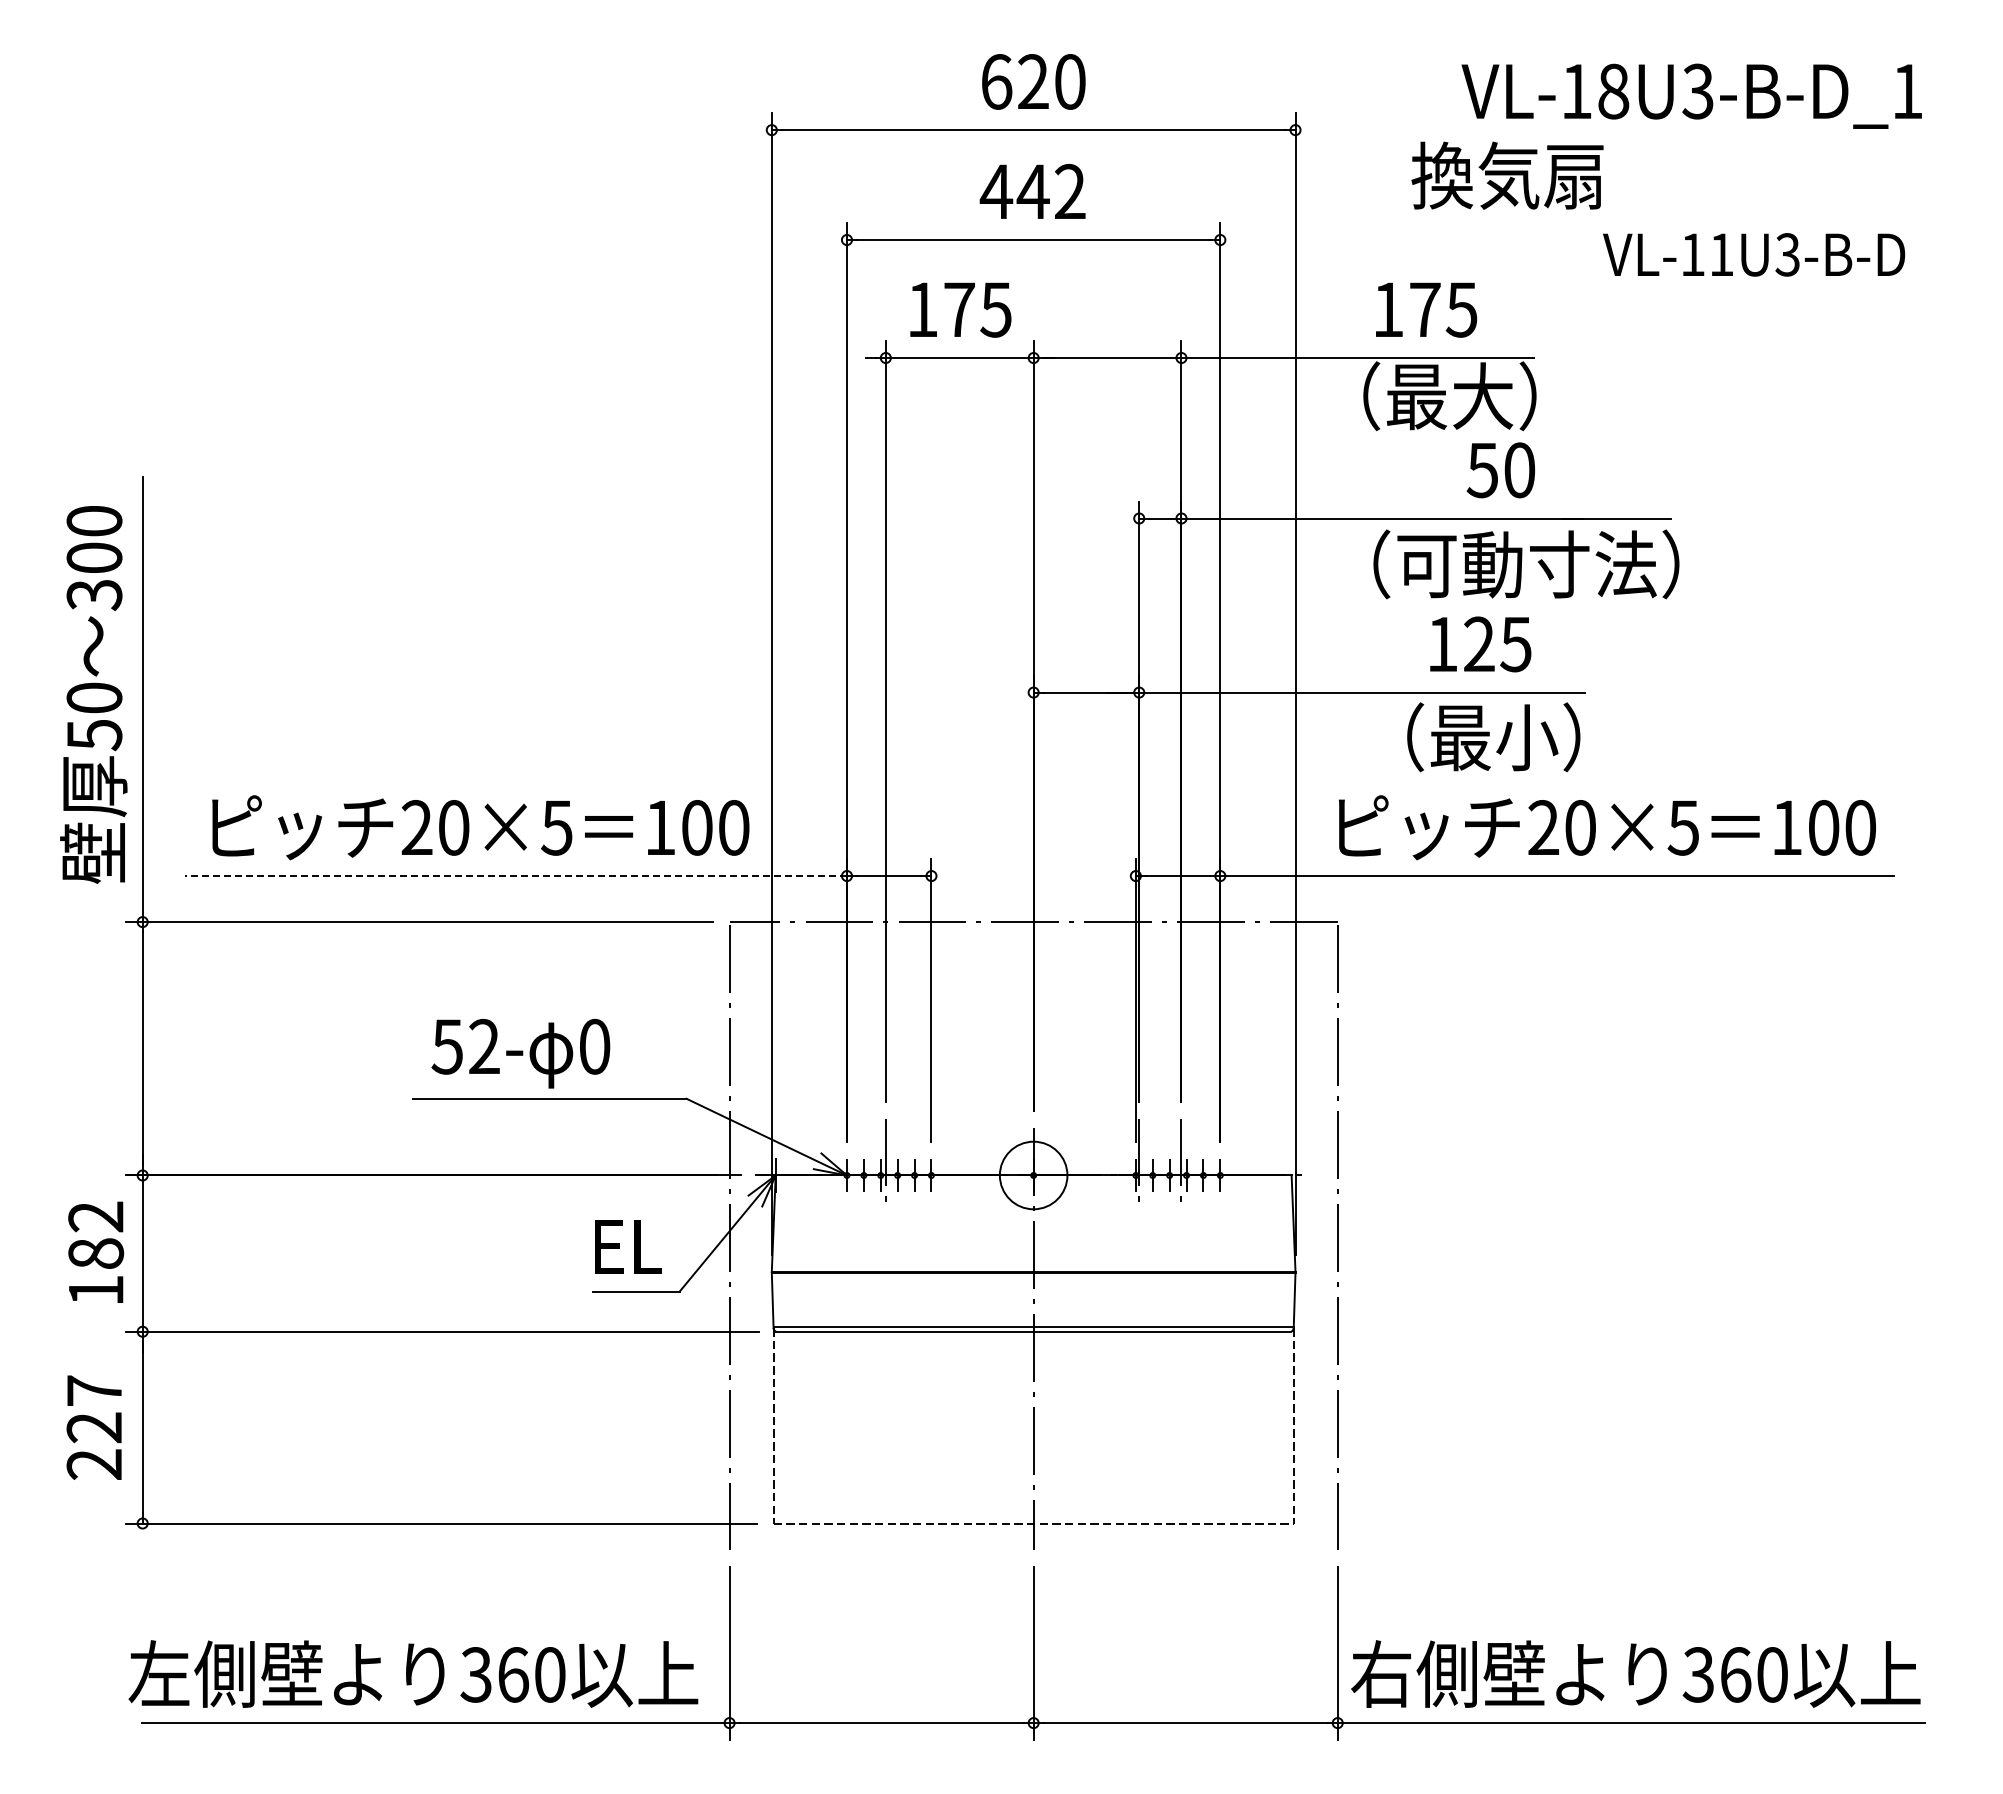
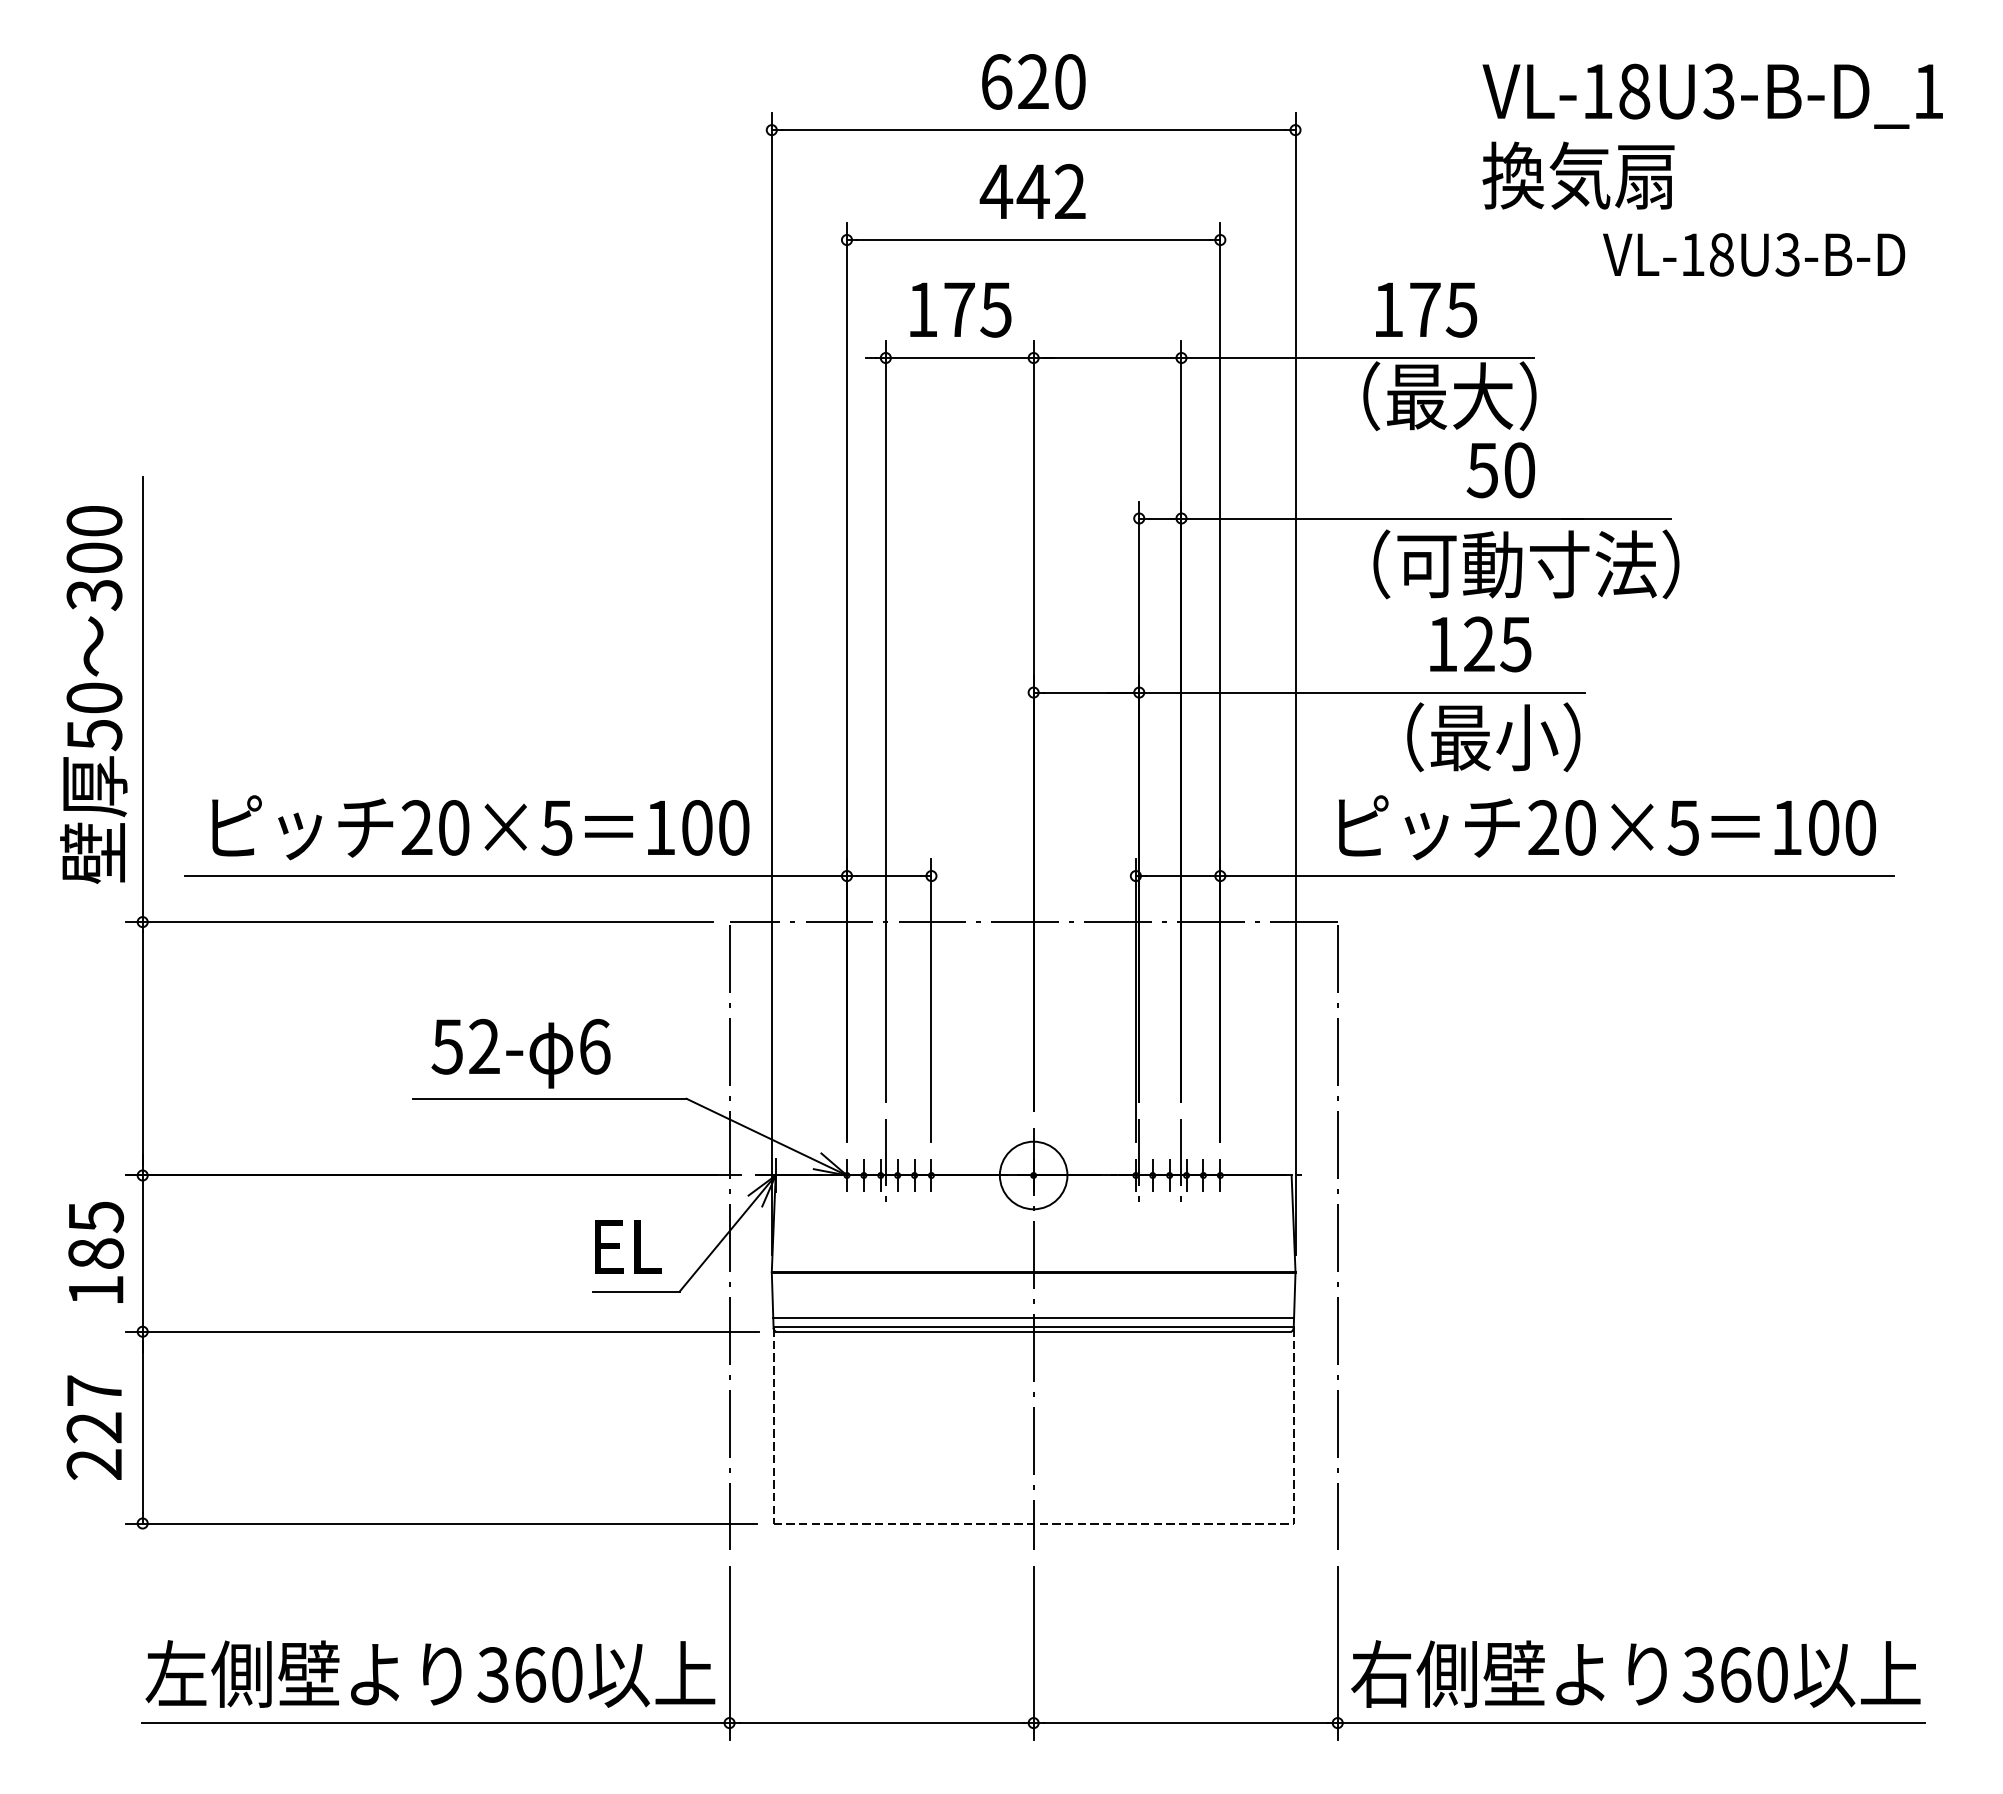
text at (1691, 95) position: (1691, 95) -> (1712, 95)
text at (1507, 175) position: (1507, 175) -> (1578, 175)
text at (1721, 254): VL-11U3-B-D -> VL-18U3-B-D
line at (516, 876): dashed -> solid
text at (595, 1046): 0 -> 6
text at (96, 1217): 182 -> 185
line at (1033, 1318): none -> present
text at (413, 1673) position: (413, 1673) -> (430, 1673)
